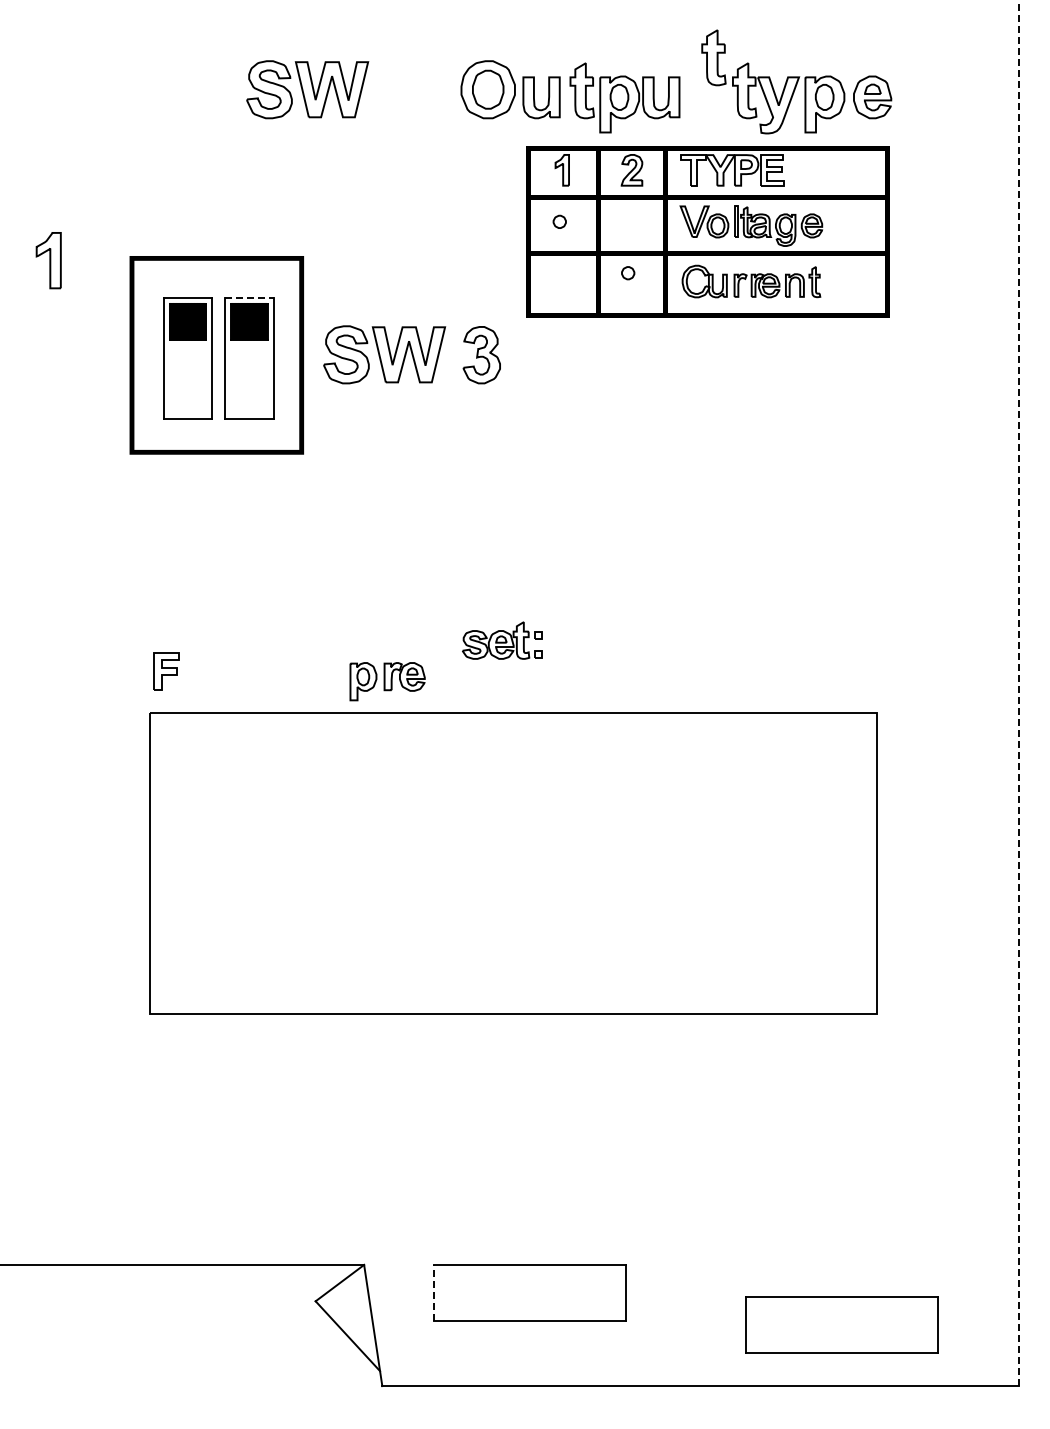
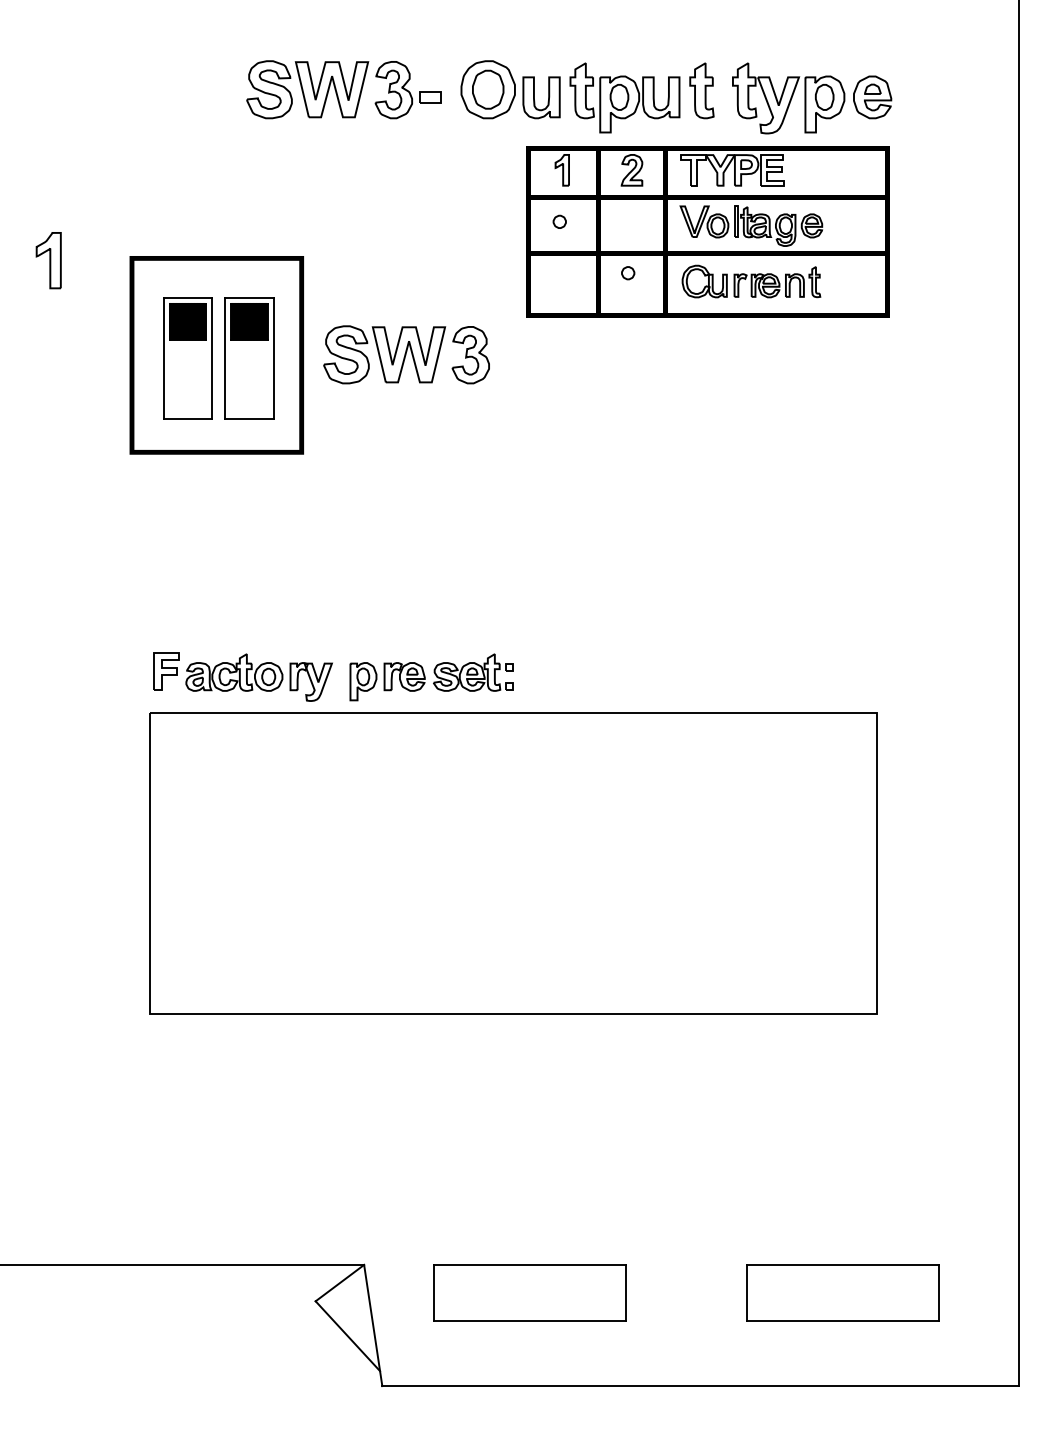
part at (713, 57) position: (713, 57) -> (701, 90)
part at (407, 90): none -> present
line at (249, 297): dashed -> solid
part at (481, 355) position: (481, 355) -> (470, 355)
part at (502, 640) position: (502, 640) -> (473, 672)
part at (258, 677): none -> present
line at (1018, 693): dashed -> solid
line at (434, 1292): dashed -> solid
part at (841, 1324) position: (841, 1324) -> (842, 1292)
